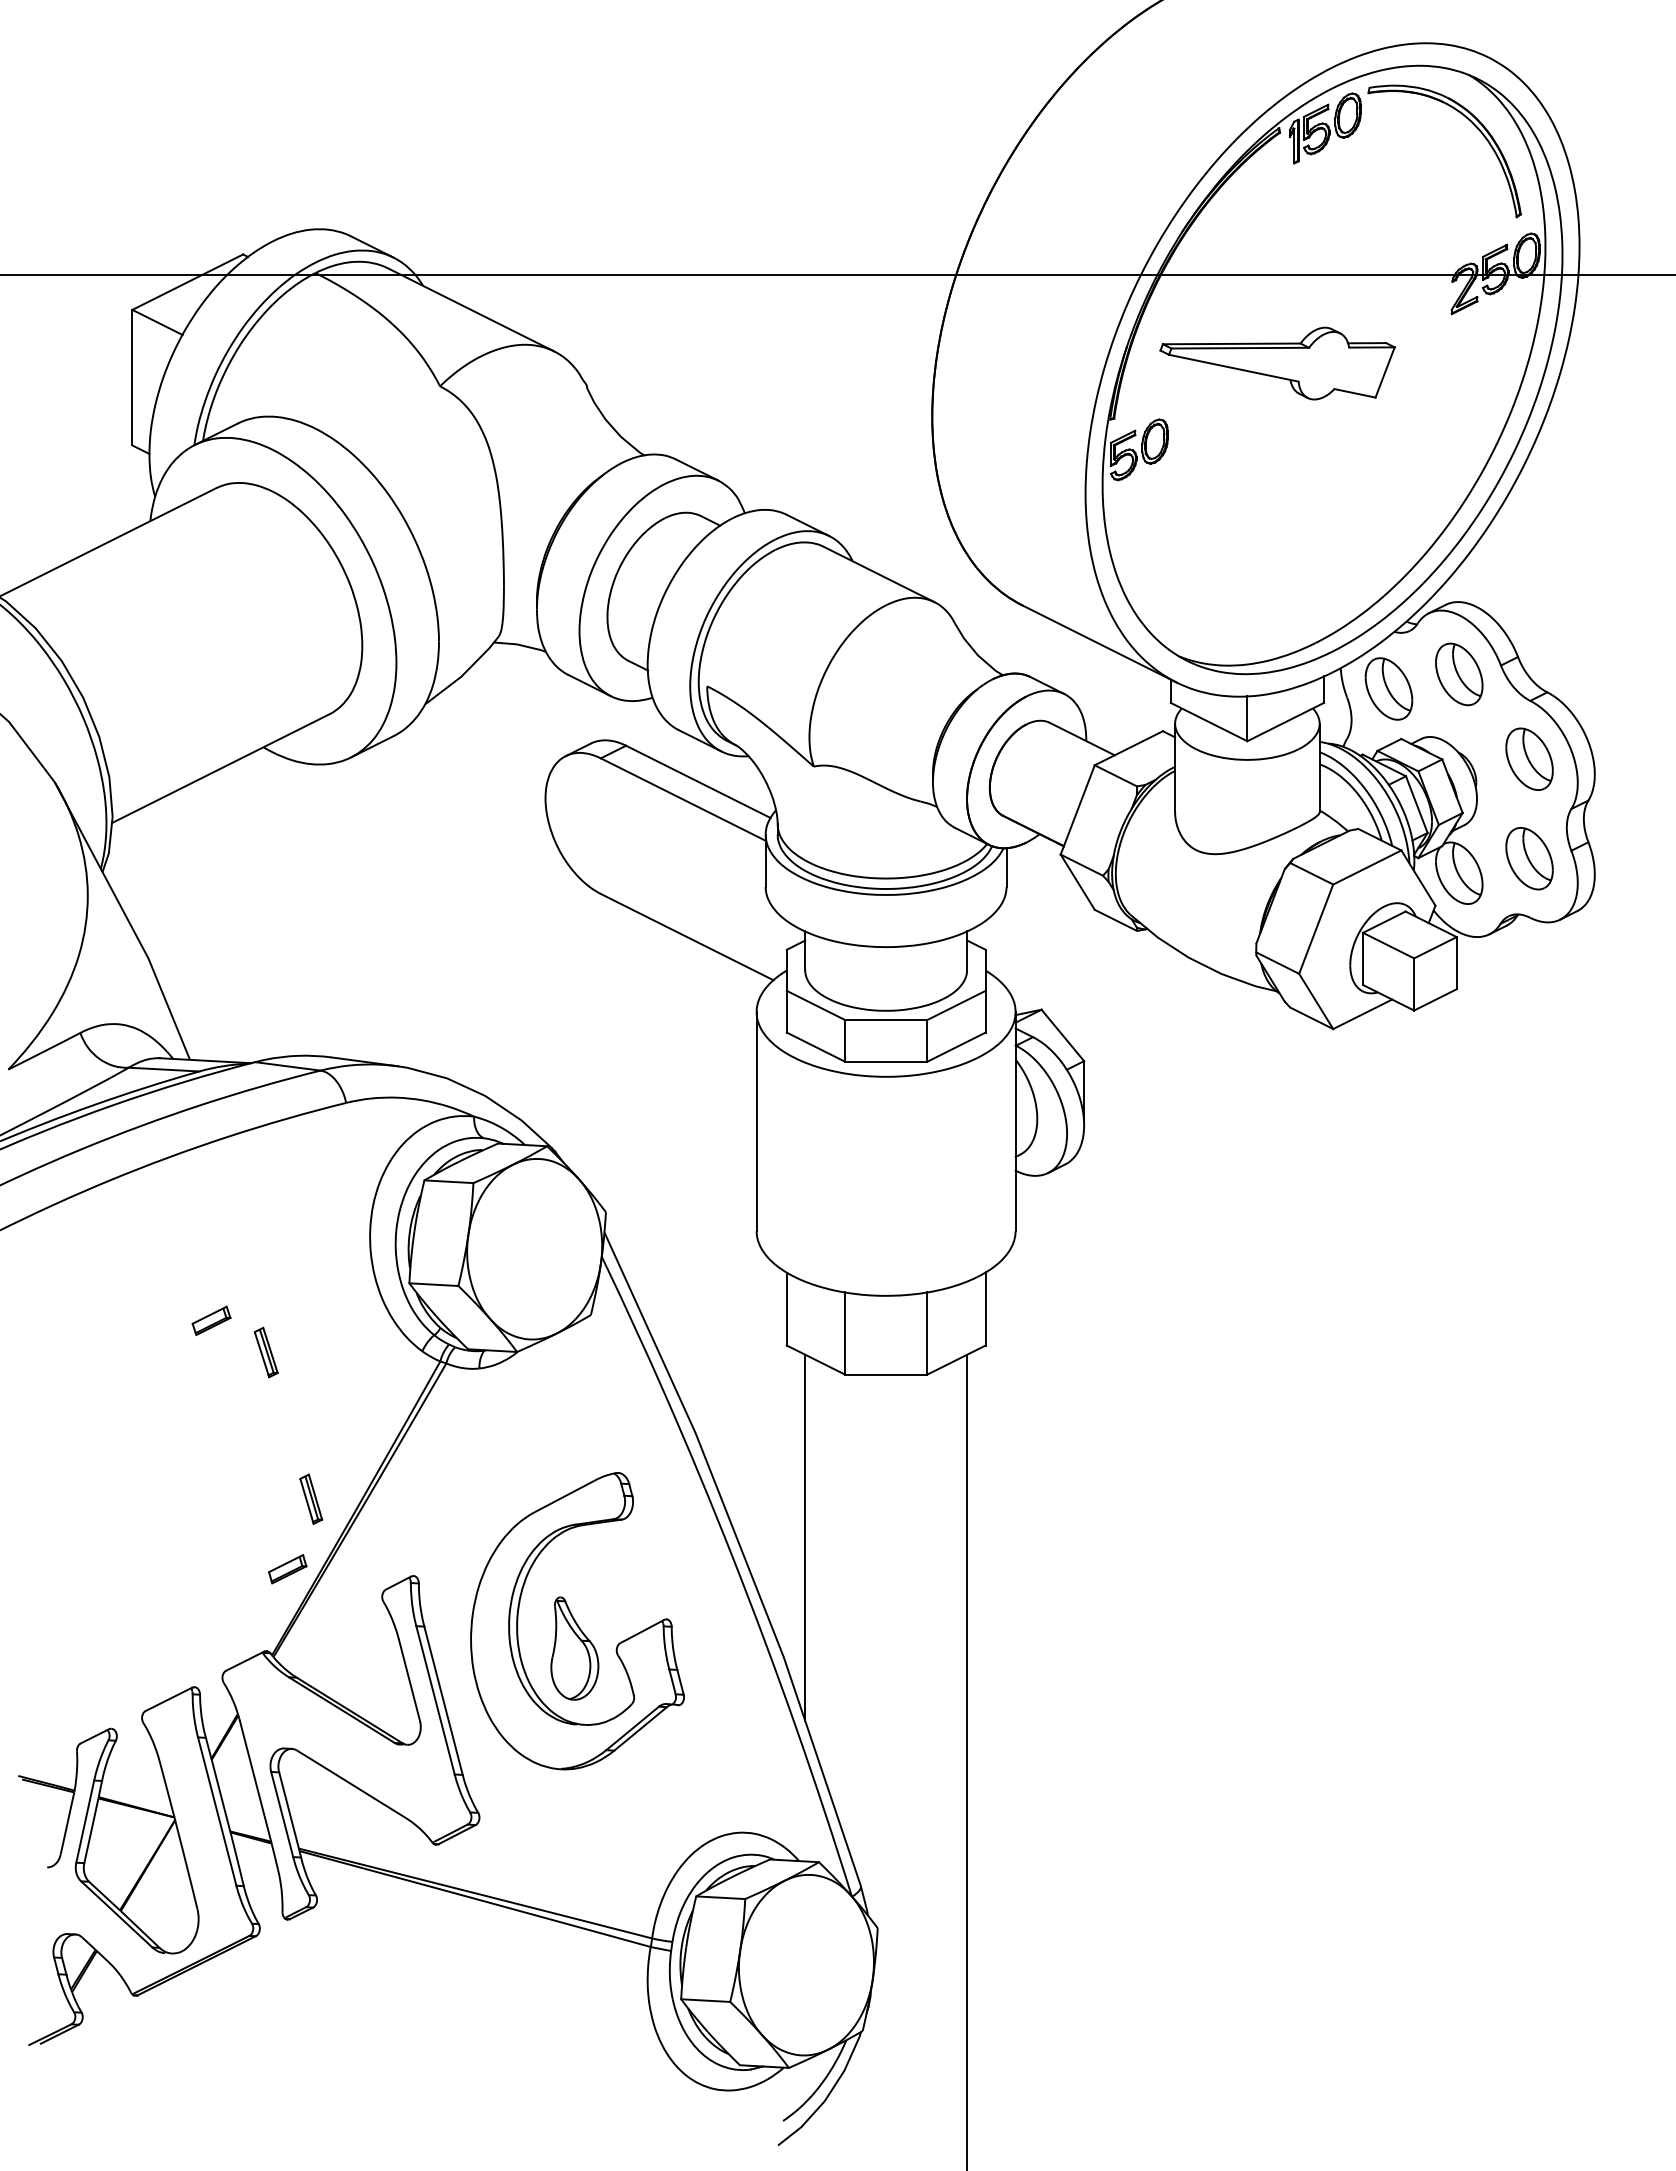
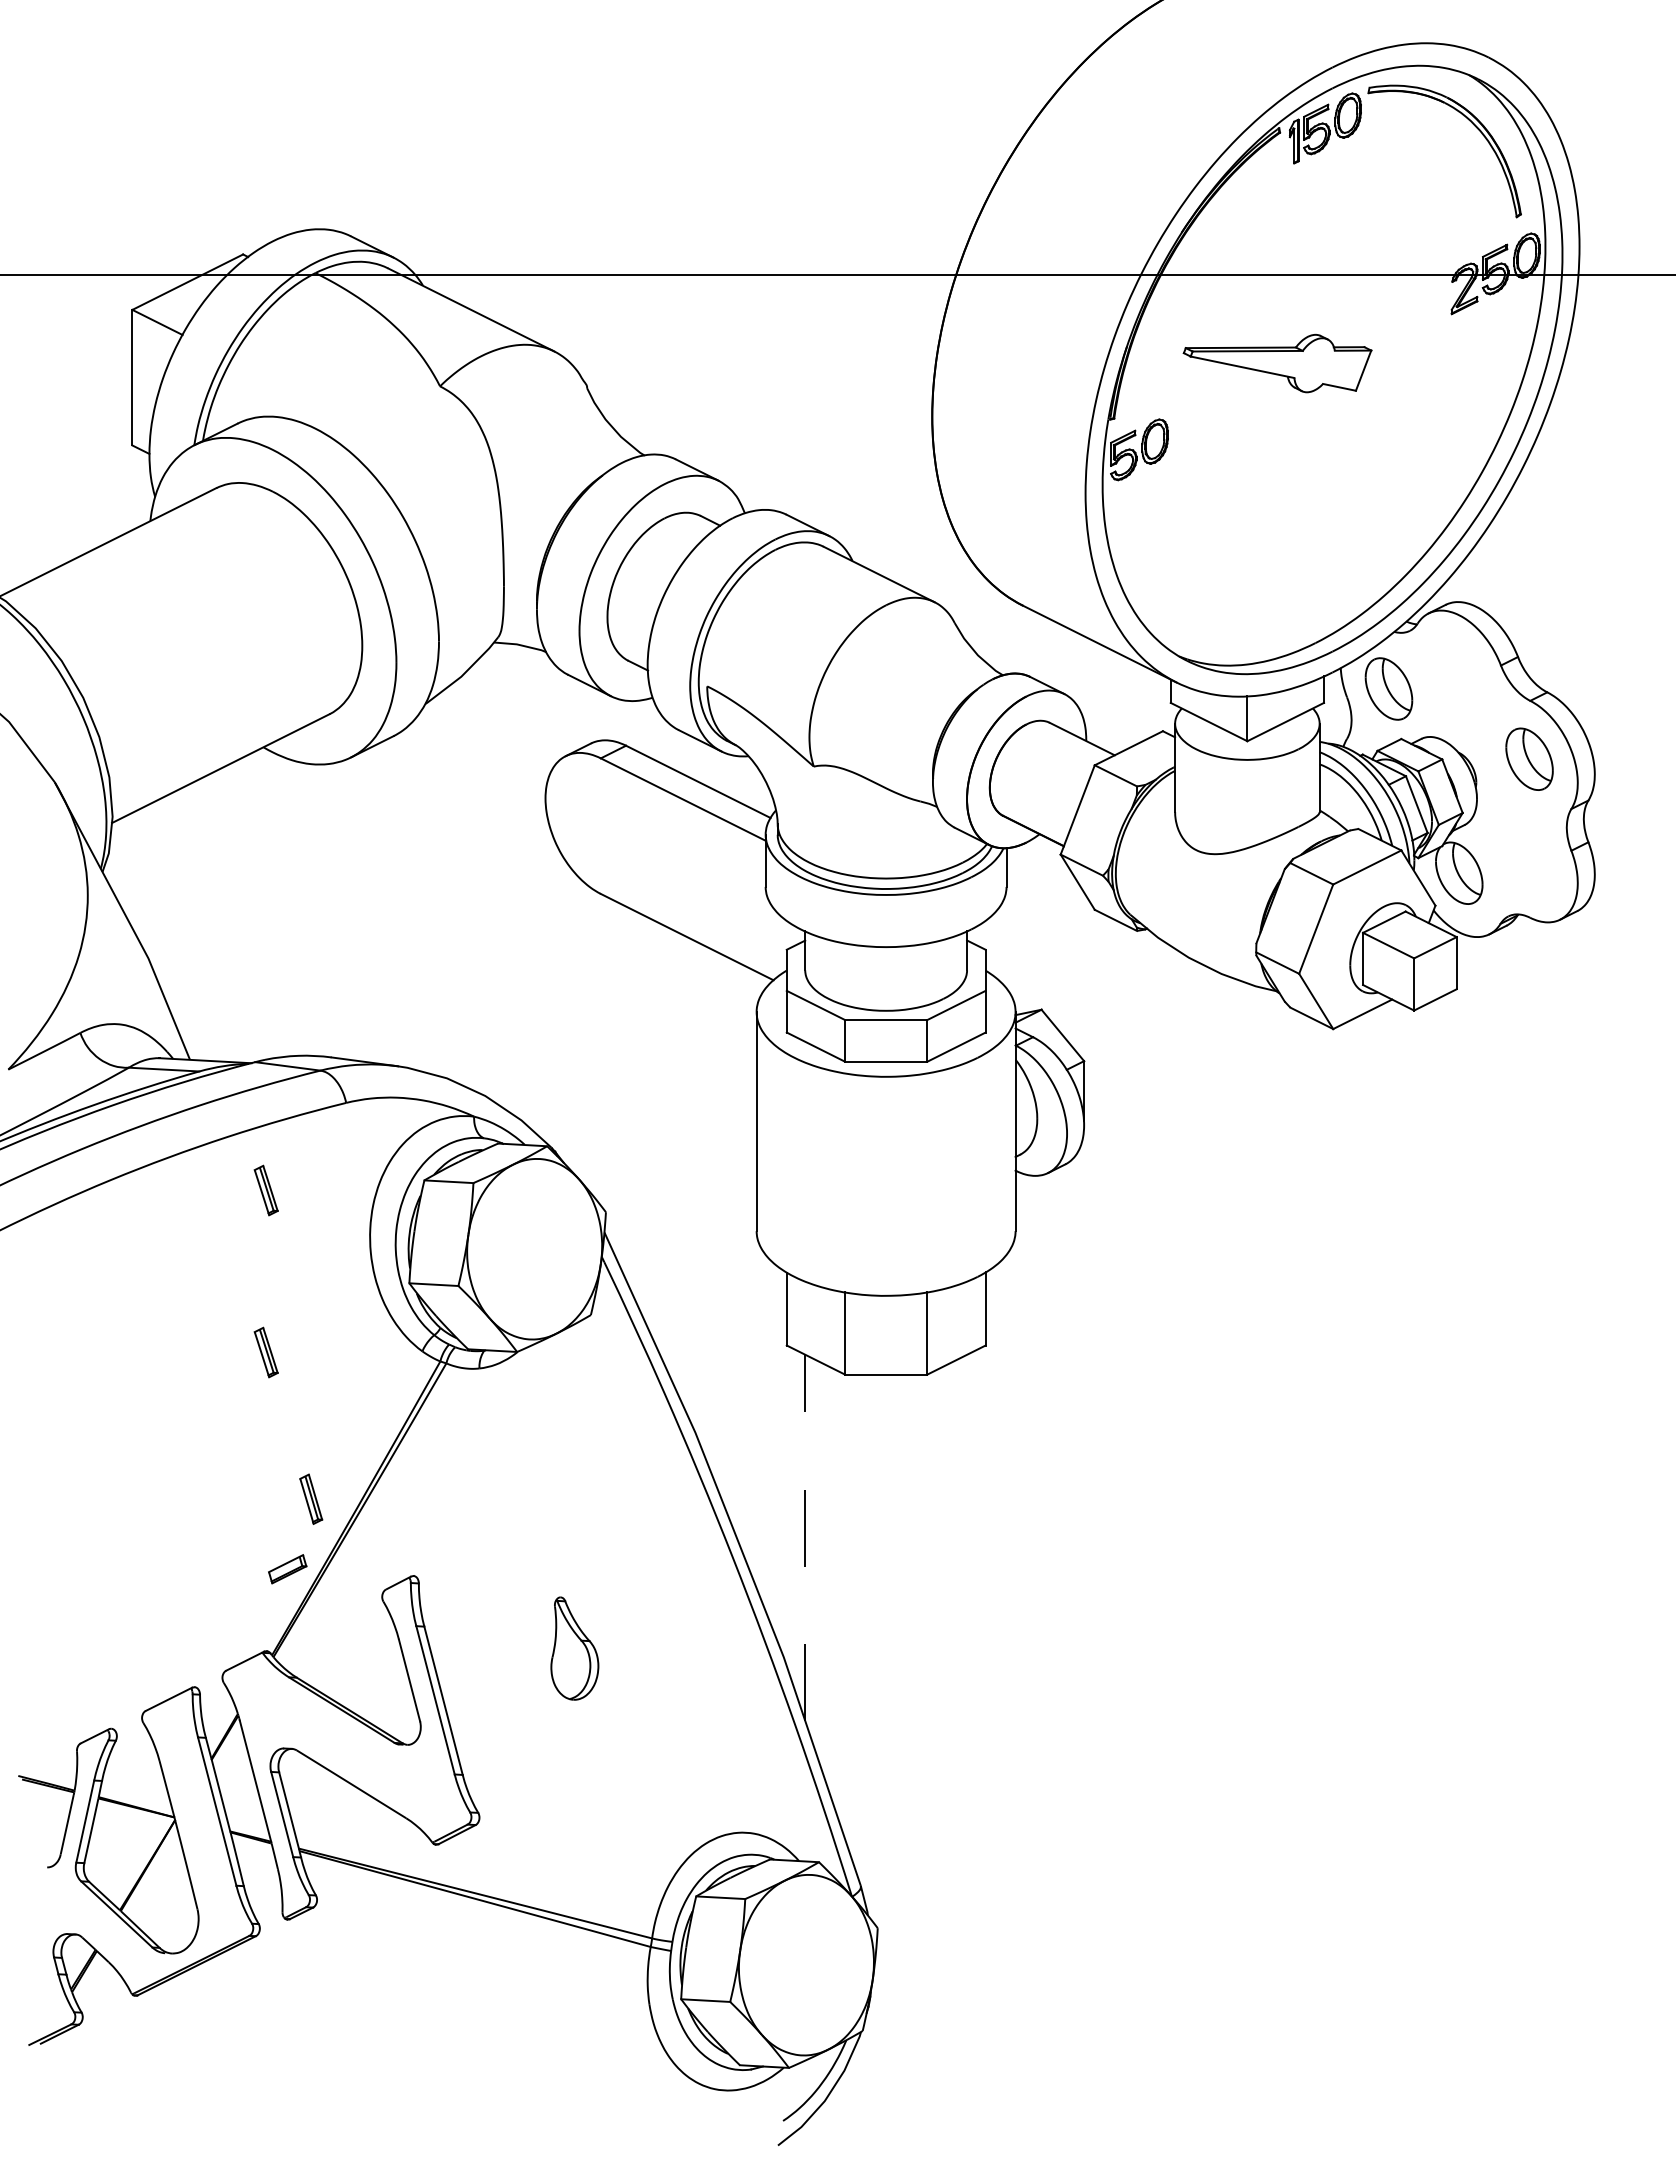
part at (1277, 363) size: 237x75 px -> 191x61 px
part at (1459, 674): present -> none
part at (1529, 858): present -> none
part at (265, 1190): none -> present
part at (211, 1320): present -> none
line at (805, 1537): solid -> dashed
part at (617, 1644): present -> none
line at (967, 1760): present -> none
